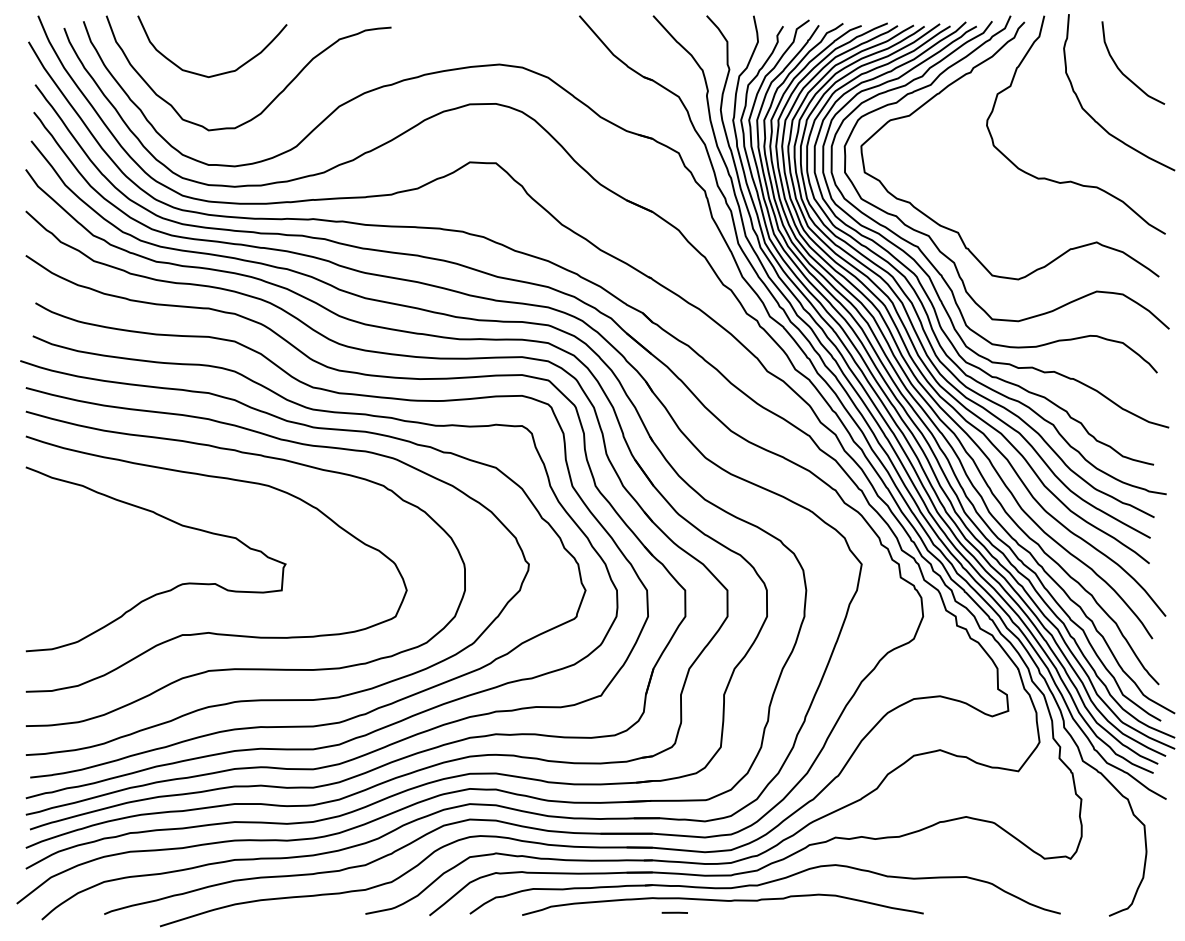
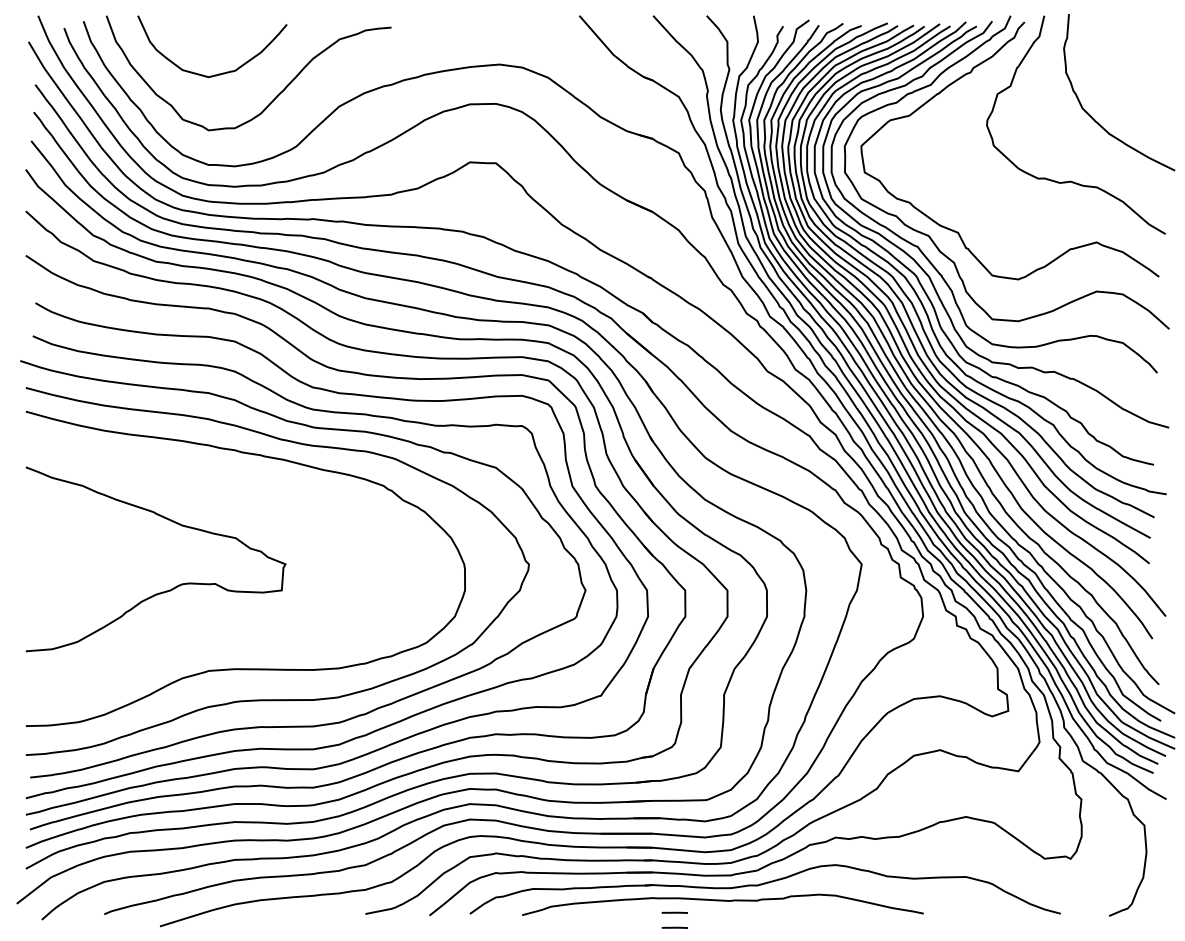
curve at (1122, 71): present -> none
curve at (214, 632): present -> none
line at (674, 927): none -> present
